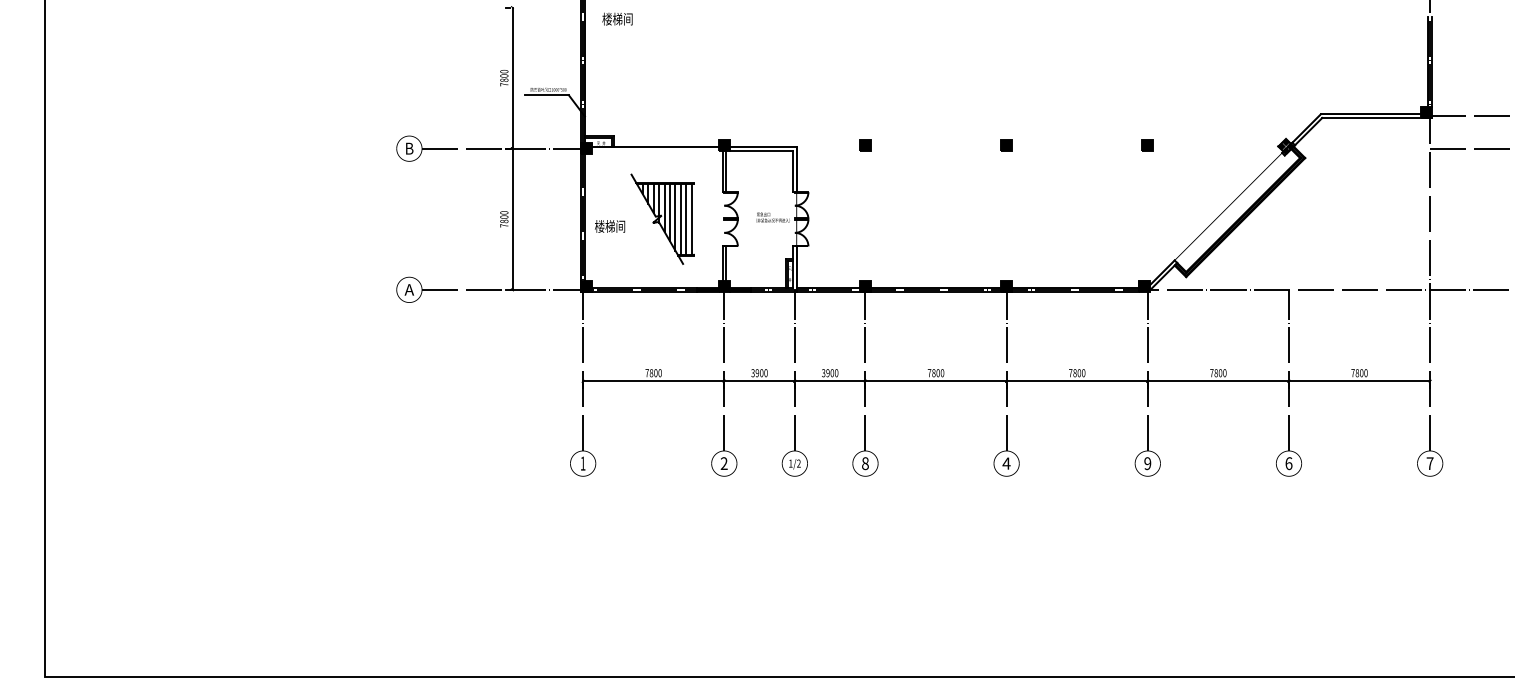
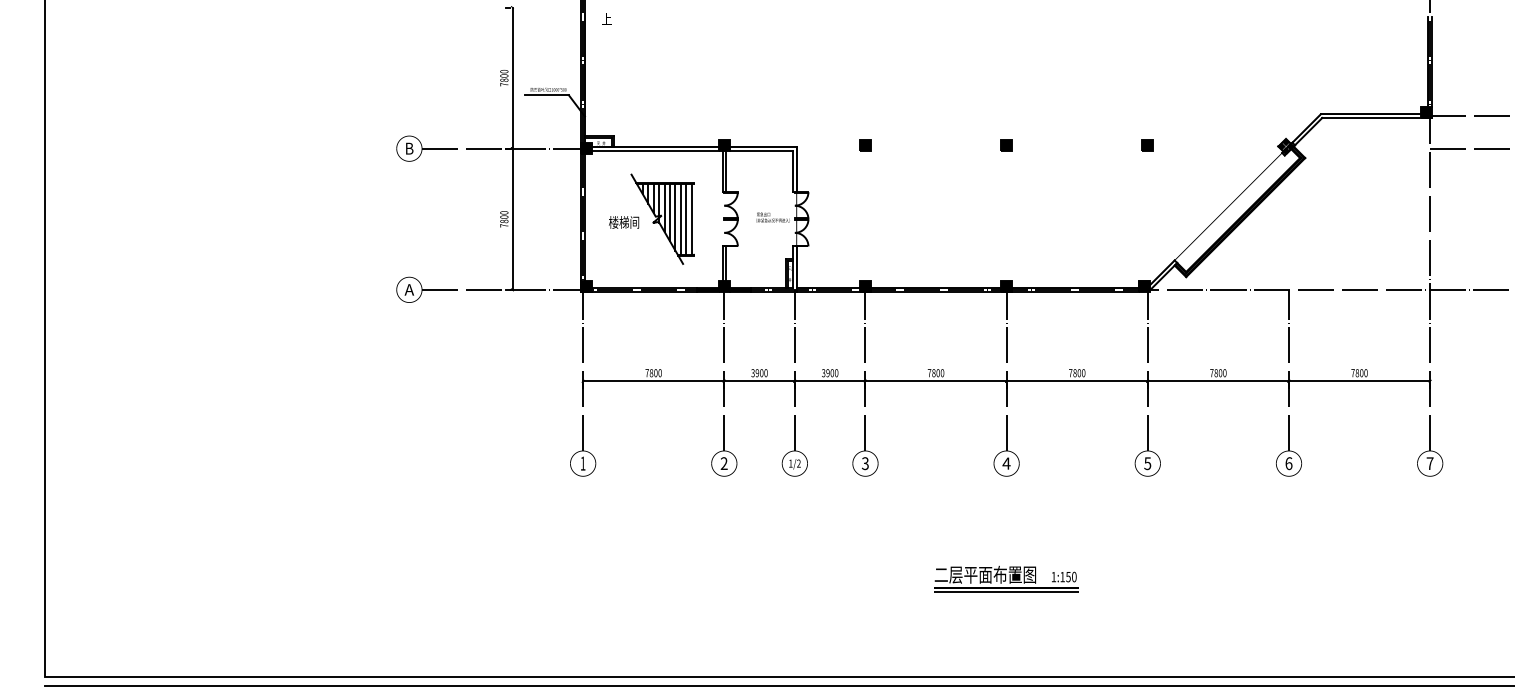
text at (617, 18): 楼梯间 -> 上
line at (655, 150): none -> present
text at (610, 226) position: (610, 226) -> (624, 222)
text at (864, 463): 8 -> 3
text at (1147, 463): 9 -> 5
part at (1006, 578): none -> present
line at (778, 686): none -> present
